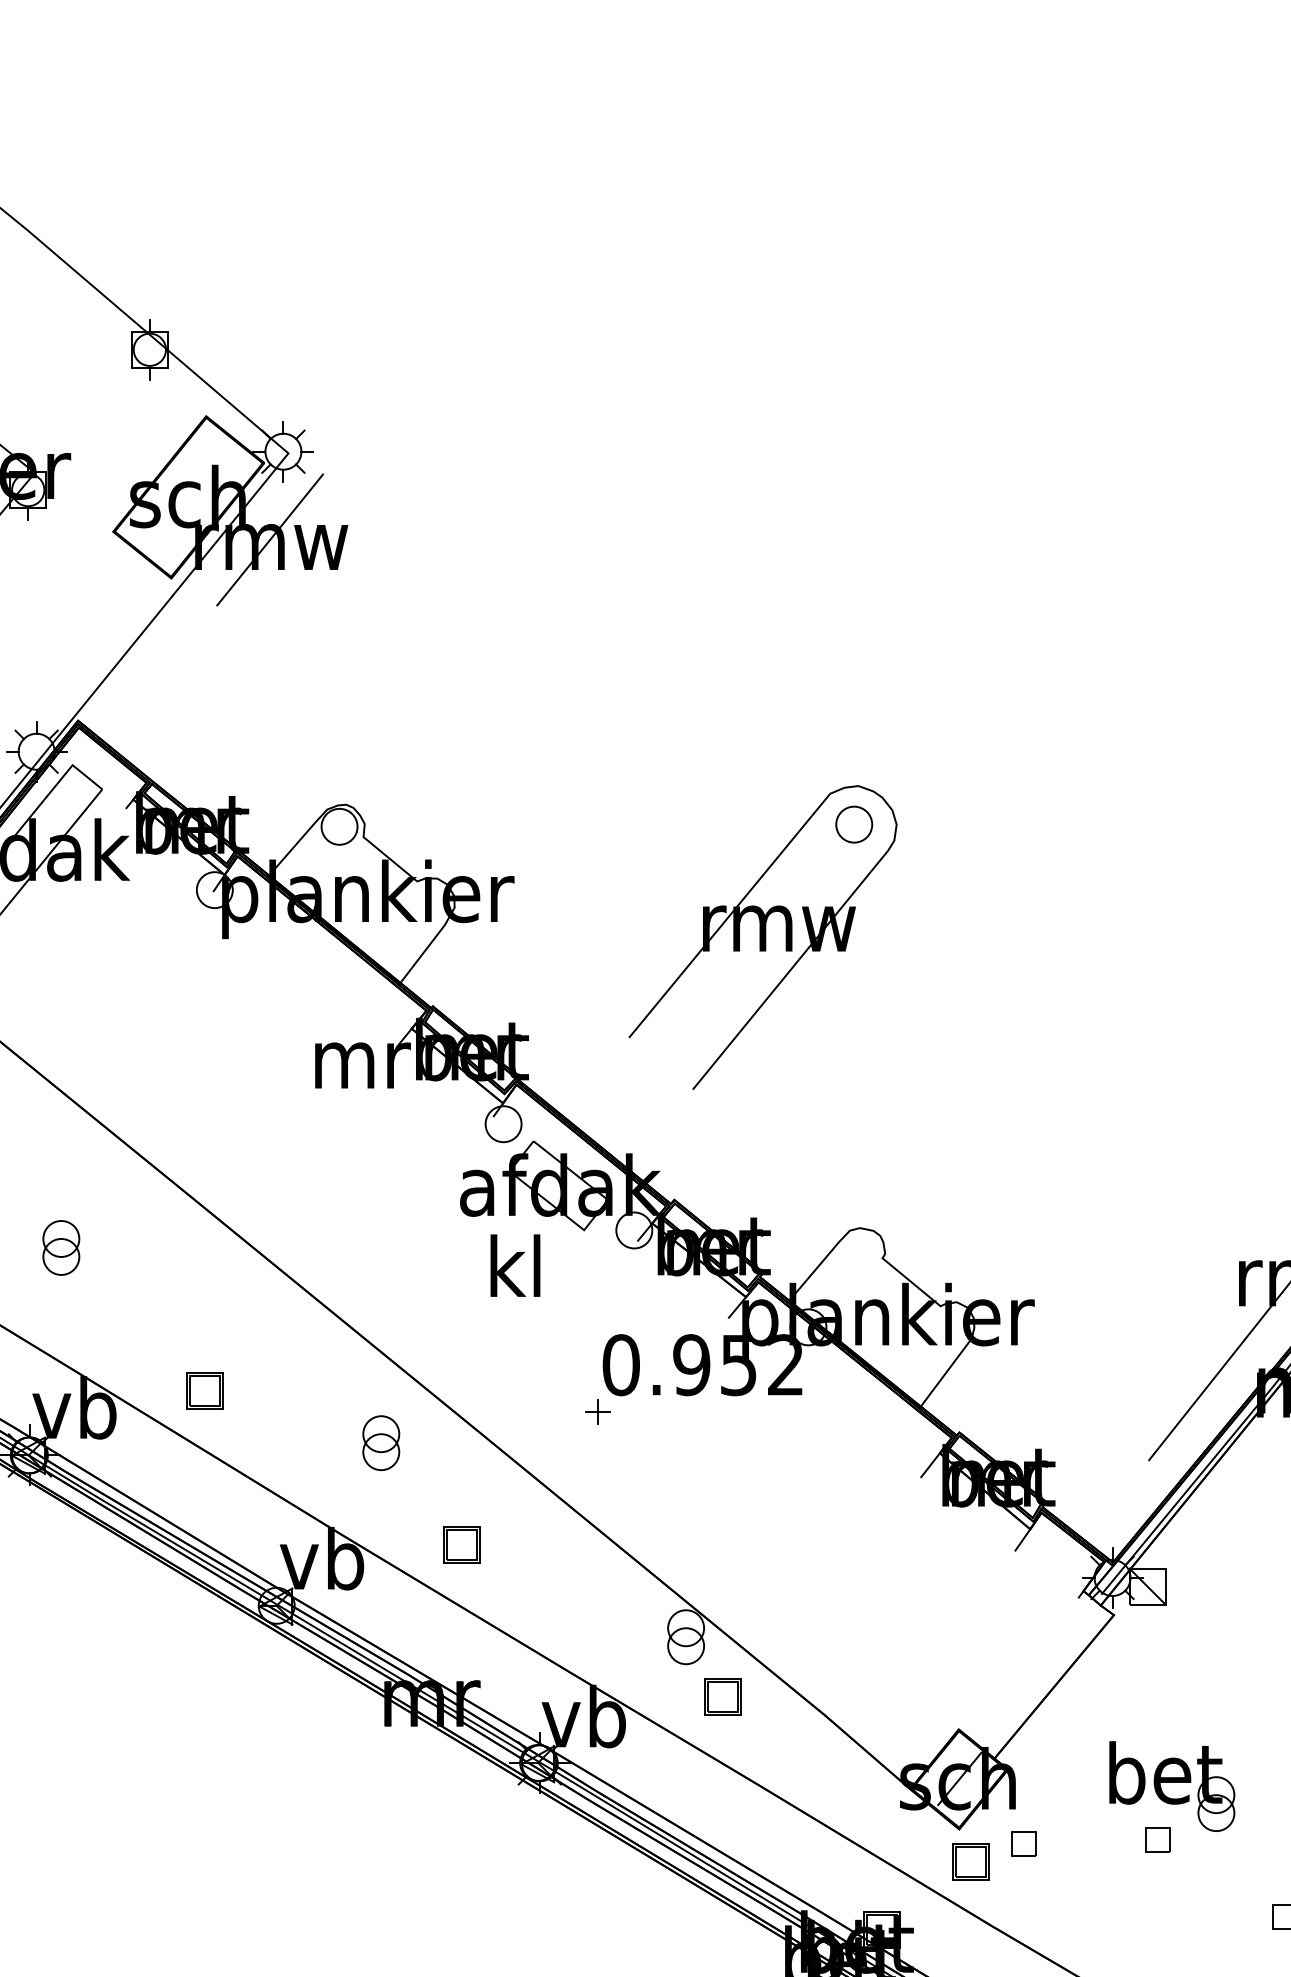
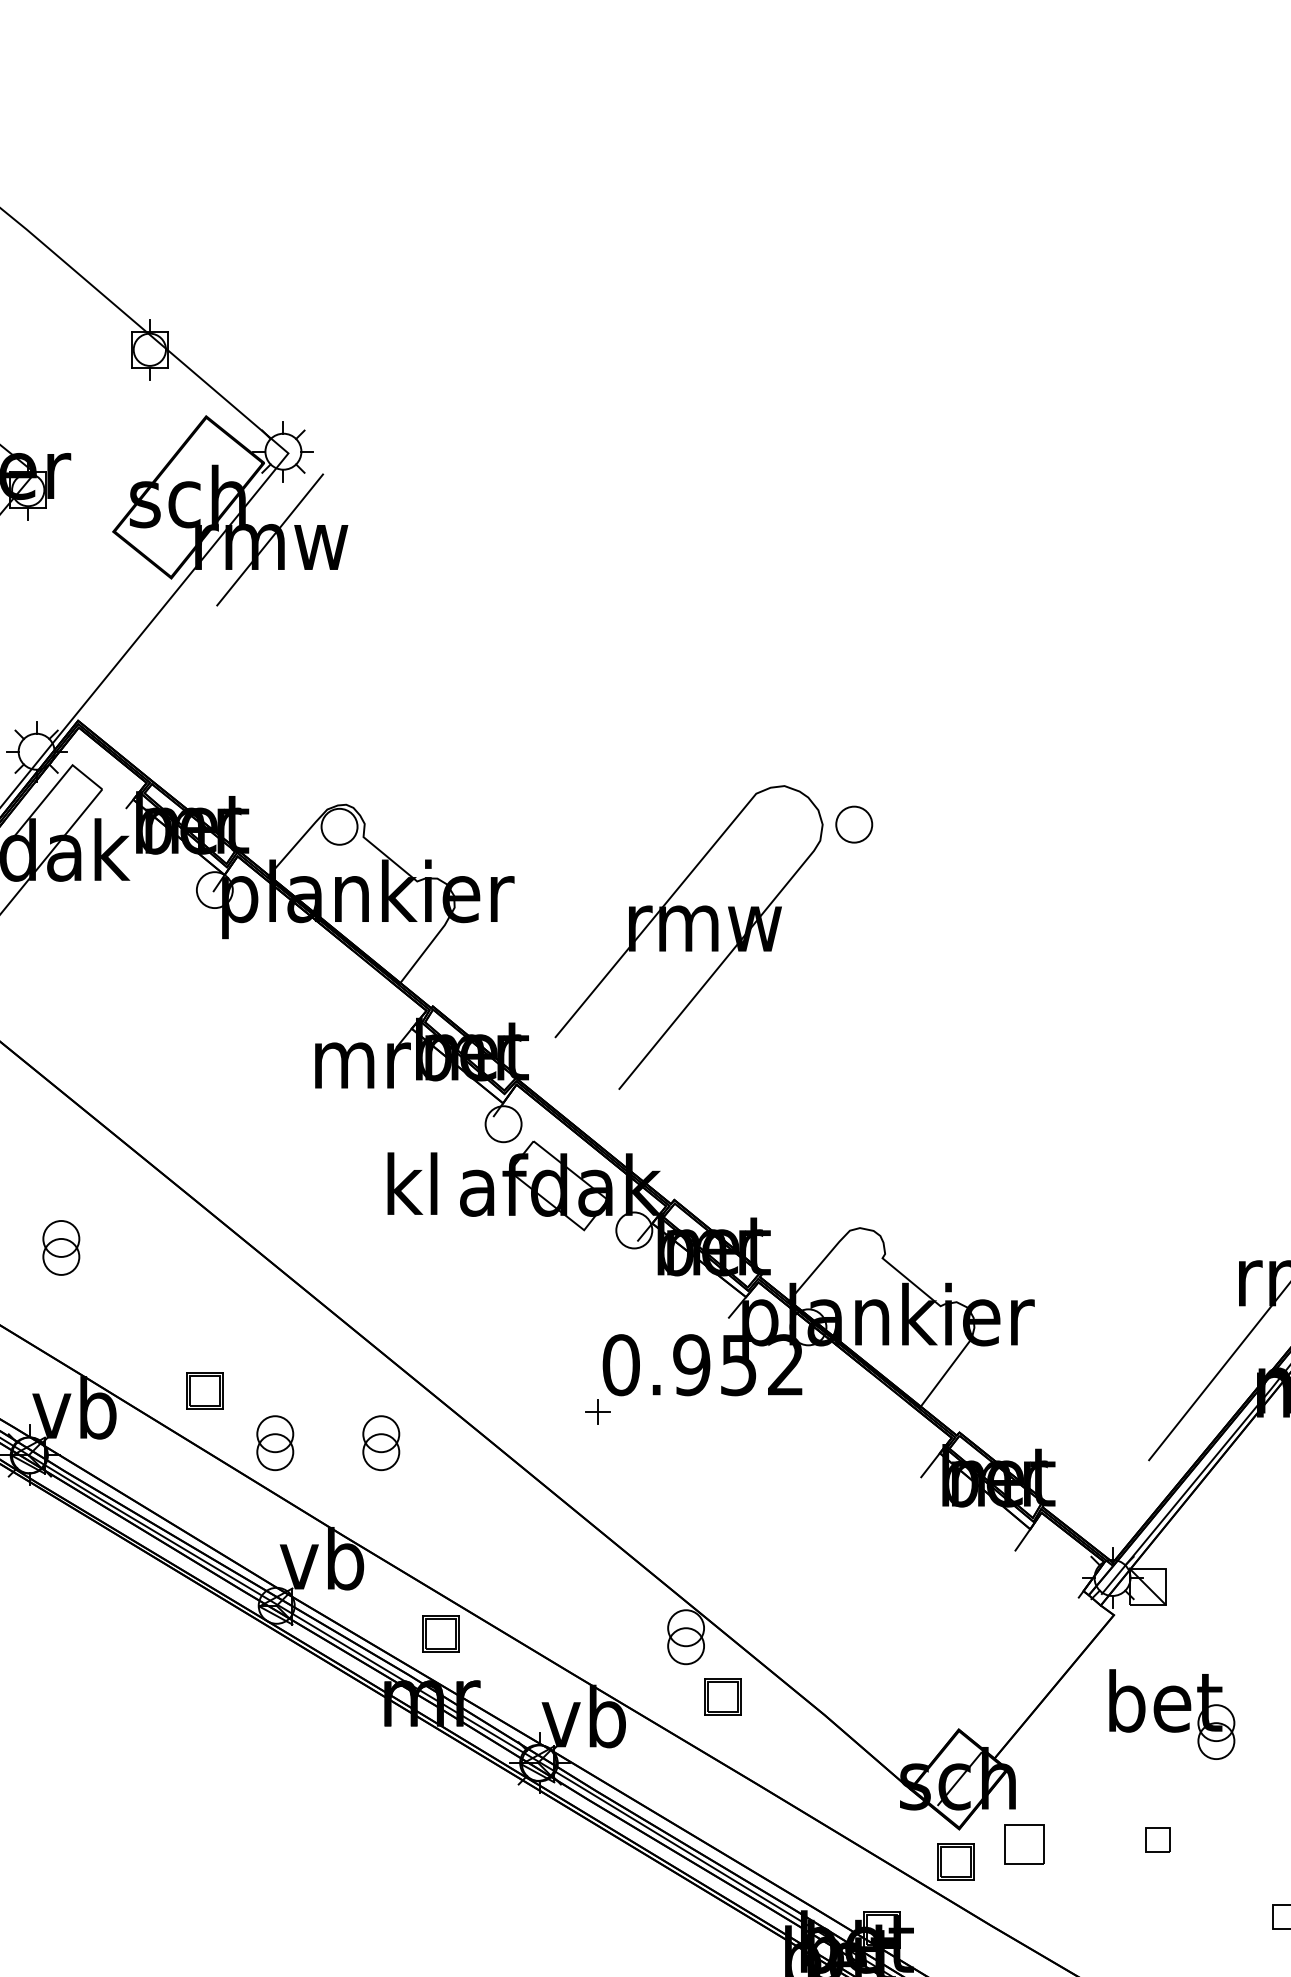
part at (762, 937) position: (762, 937) -> (688, 937)
text at (515, 1265) position: (515, 1265) -> (412, 1183)
part at (275, 1443): none -> present
part at (461, 1544) position: (461, 1544) -> (440, 1633)
part at (1172, 1786) position: (1172, 1786) -> (1172, 1714)
part at (1023, 1843) size: 26x26 px -> 41x41 px
part at (970, 1861) position: (970, 1861) -> (955, 1861)
